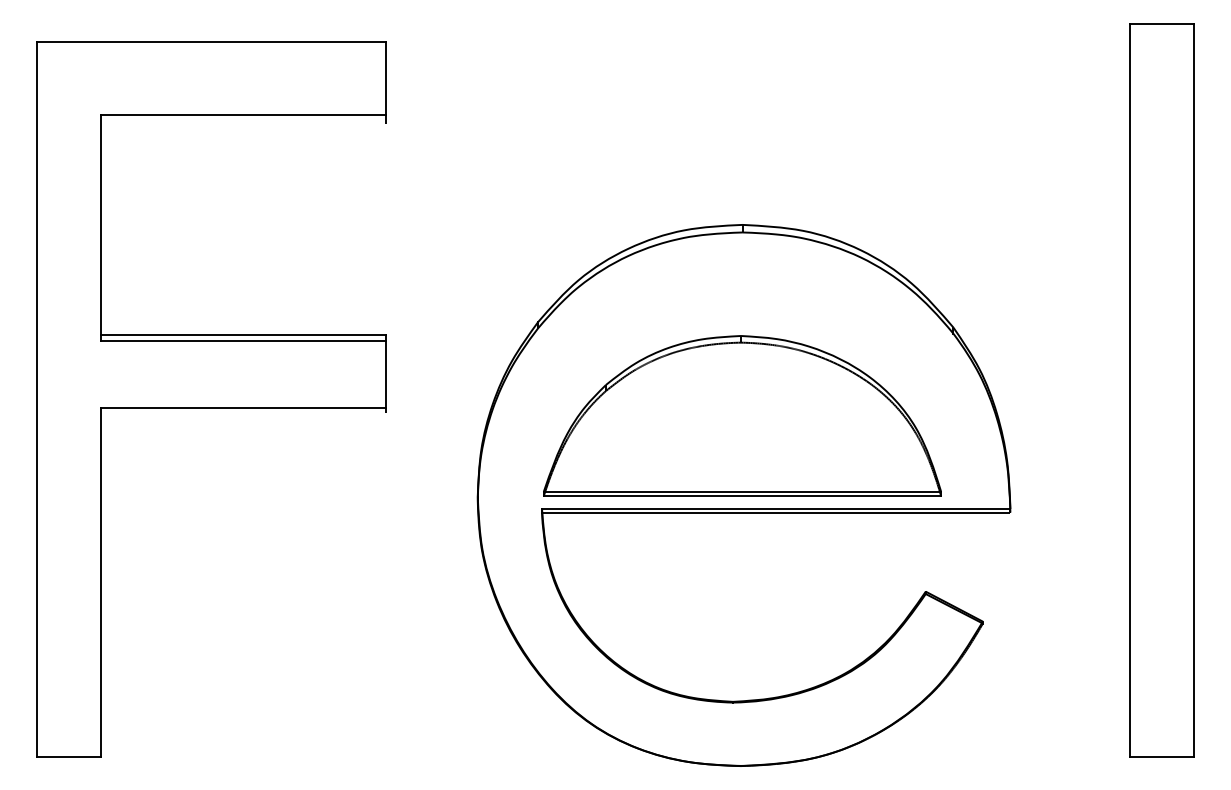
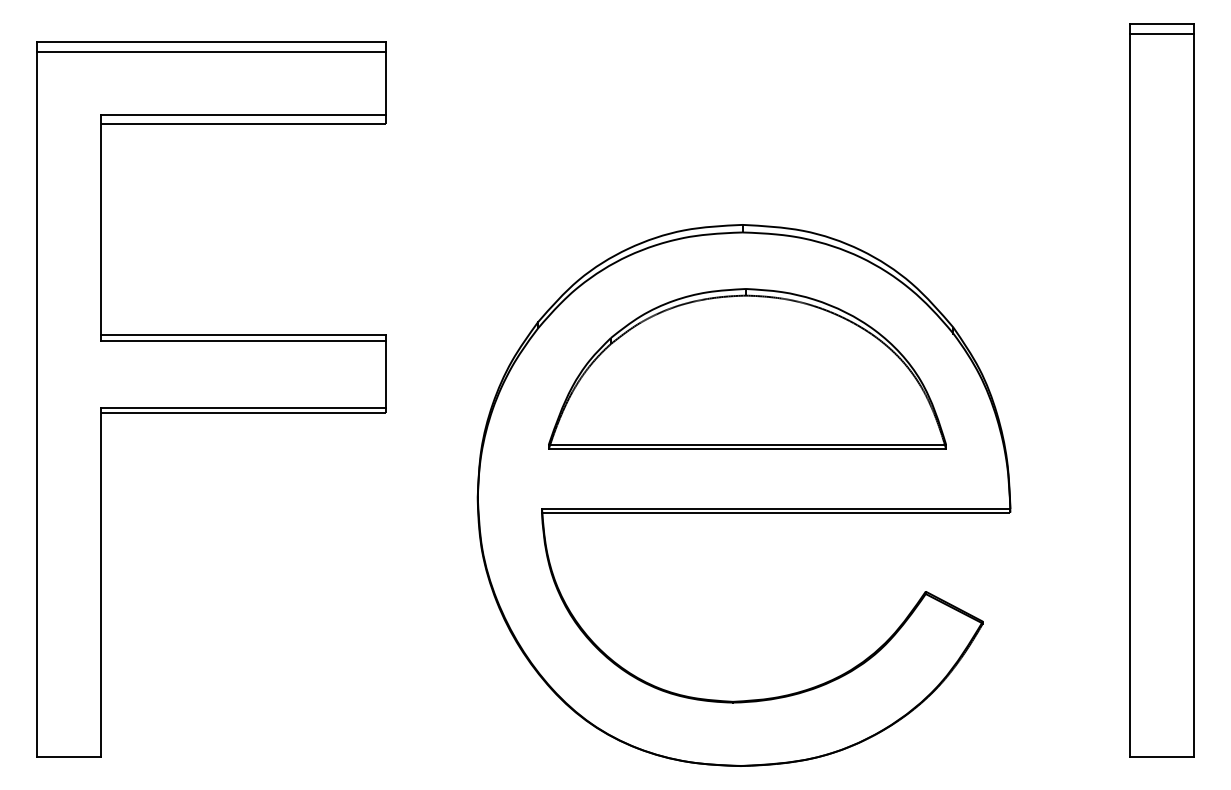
line at (1161, 34): none -> present
line at (210, 52): none -> present
line at (243, 124): none -> present
line at (243, 413): none -> present
part at (742, 415) position: (742, 415) -> (747, 368)
